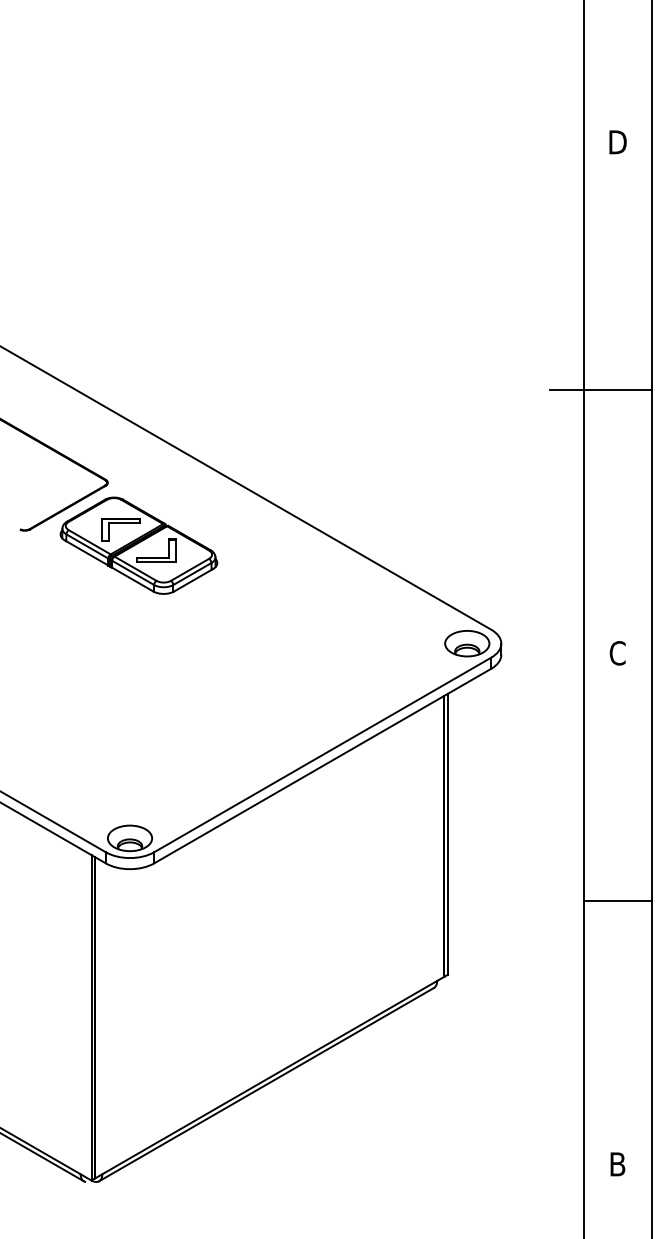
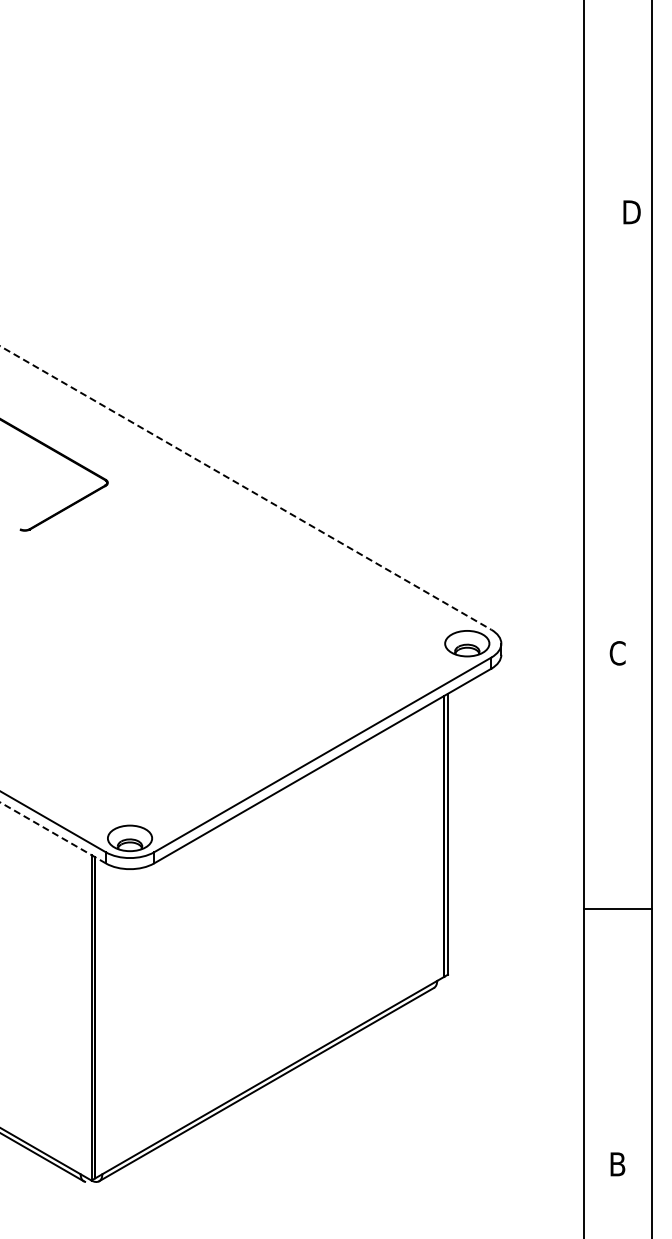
text at (617, 142) position: (617, 142) -> (631, 212)
line at (600, 390): present -> none
line at (246, 488): solid -> dashed
part at (138, 545): present -> none
line at (53, 832): solid -> dashed
line at (617, 901) position: (617, 901) -> (617, 909)
